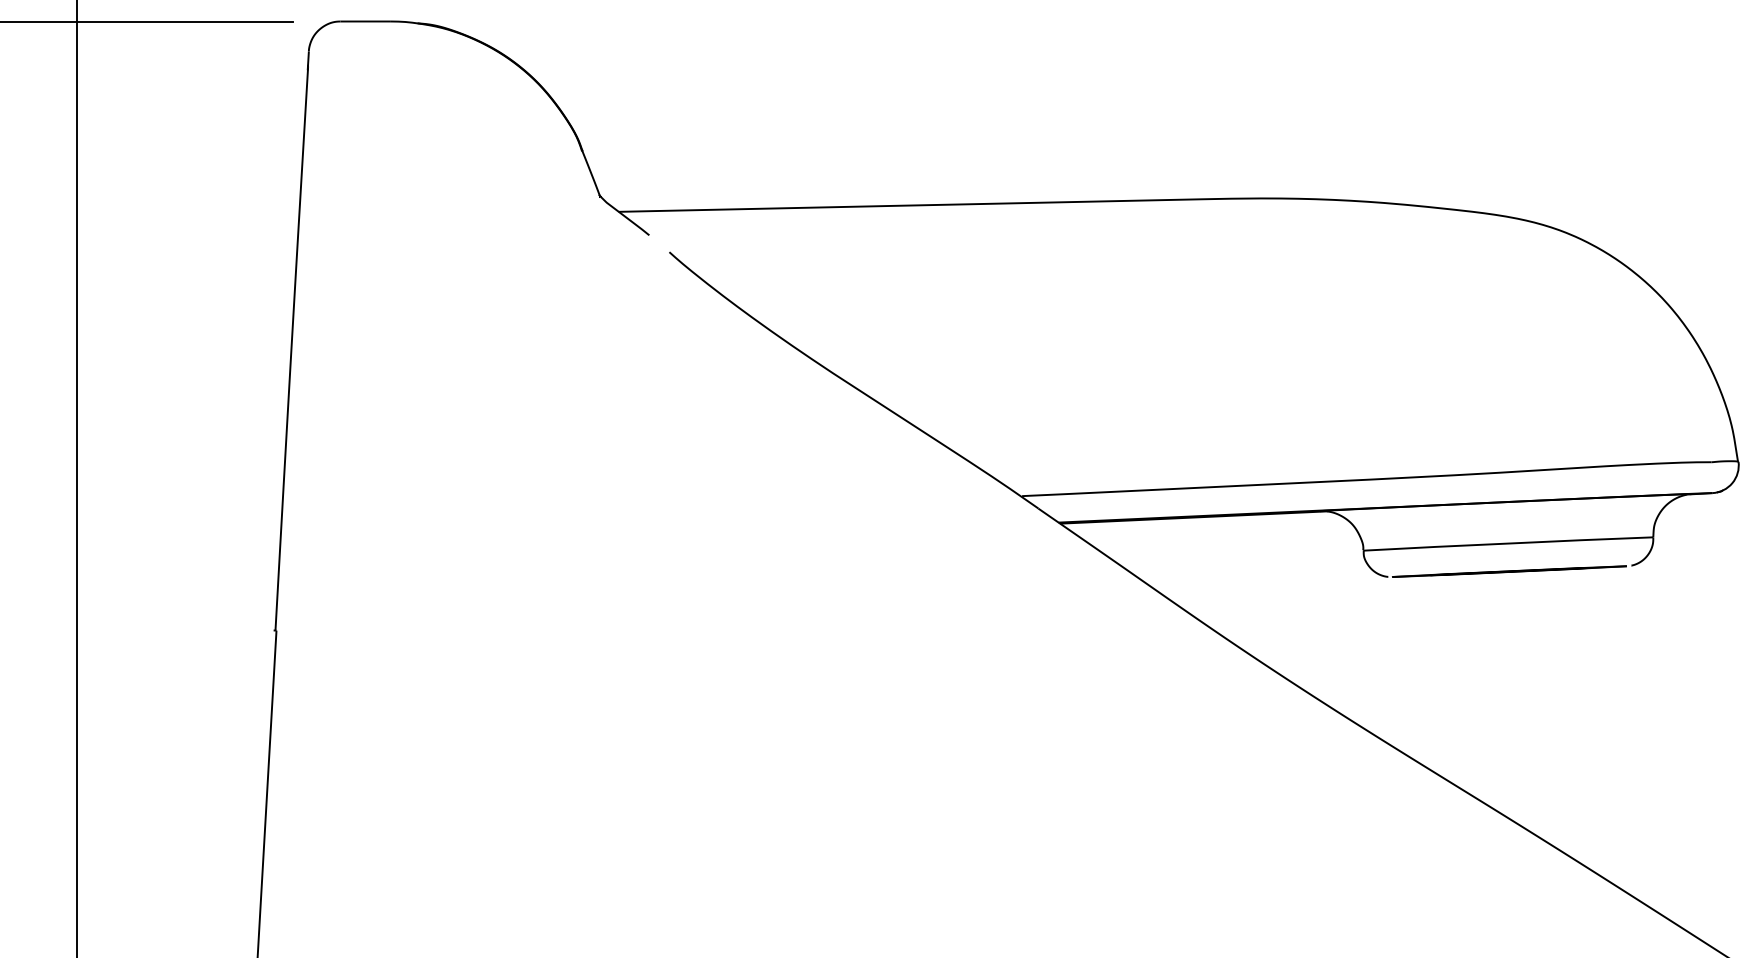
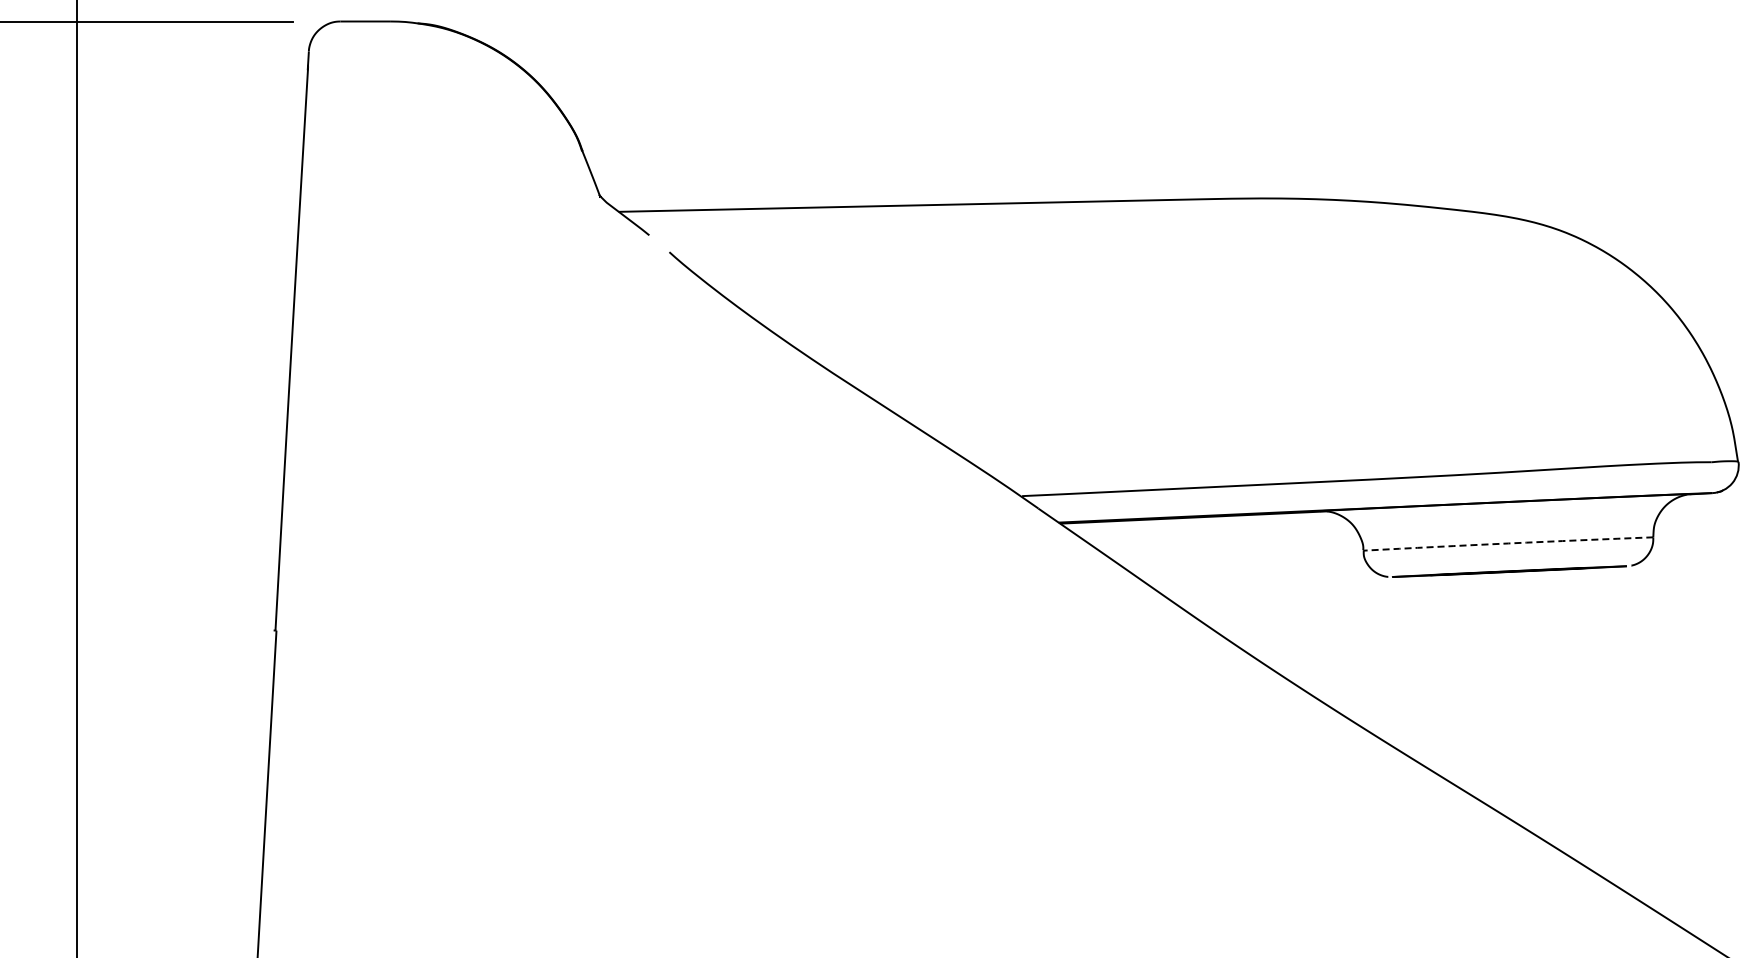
arc at (1508, 543): solid -> dashed
